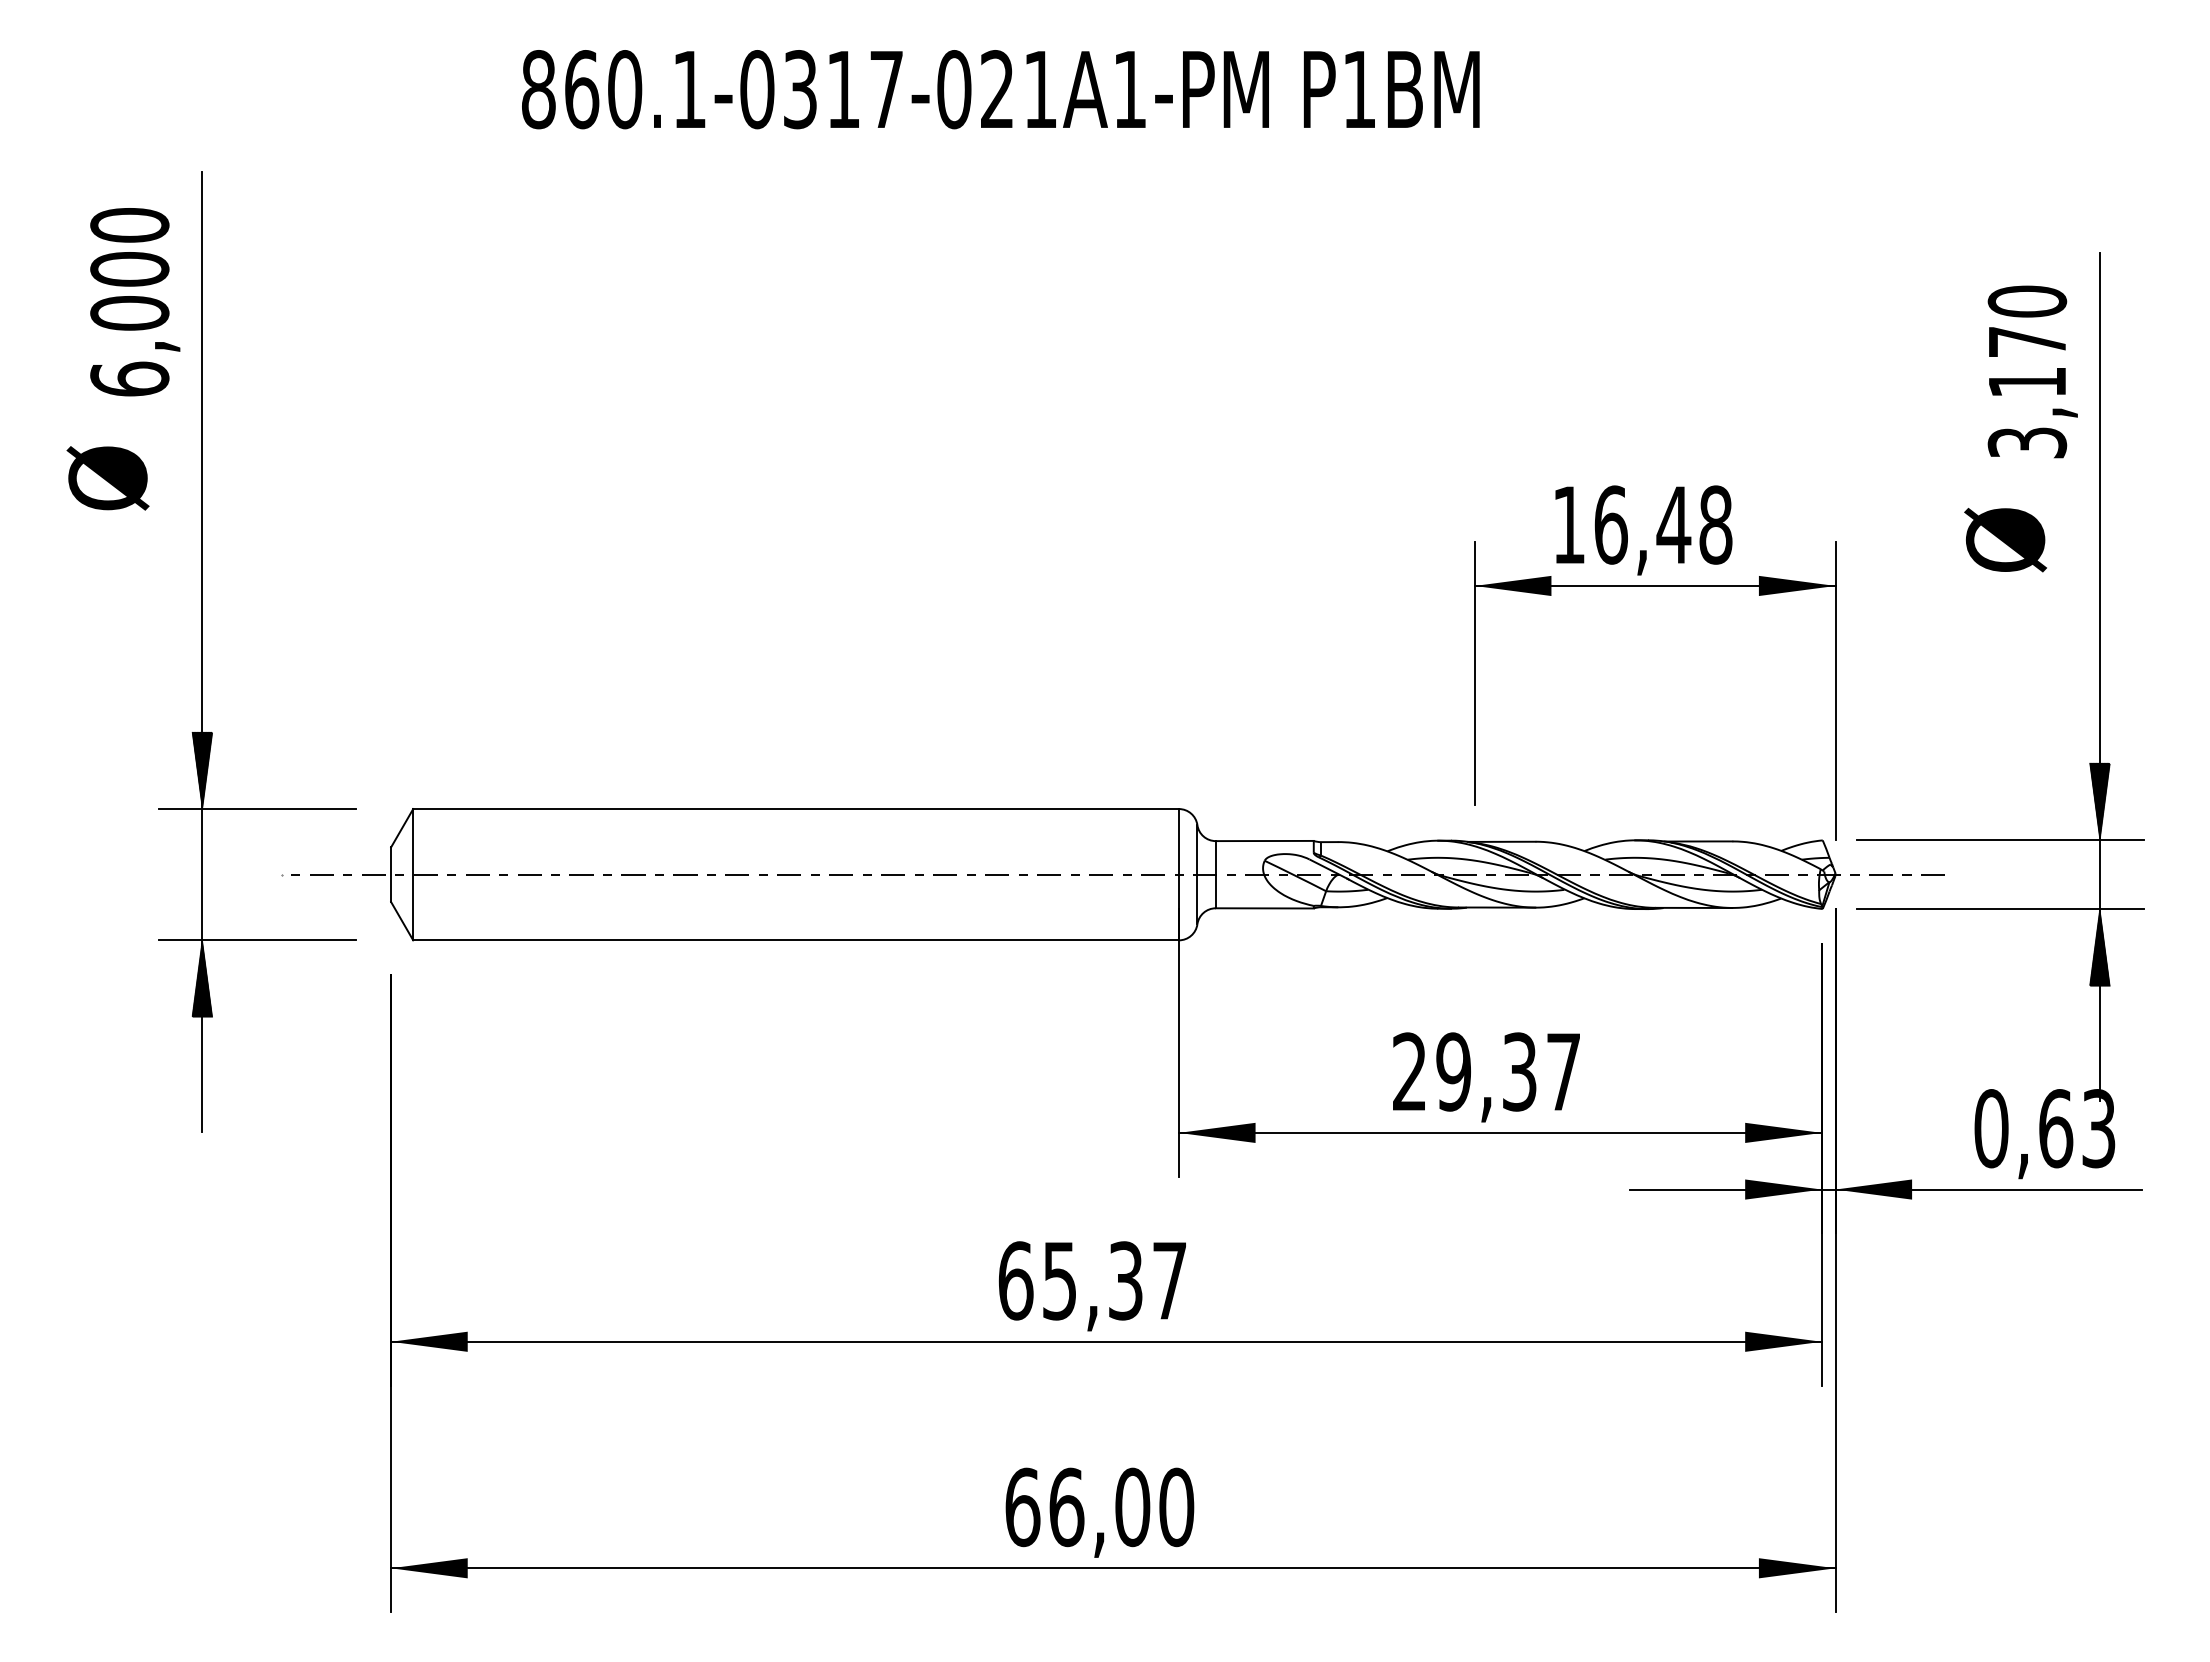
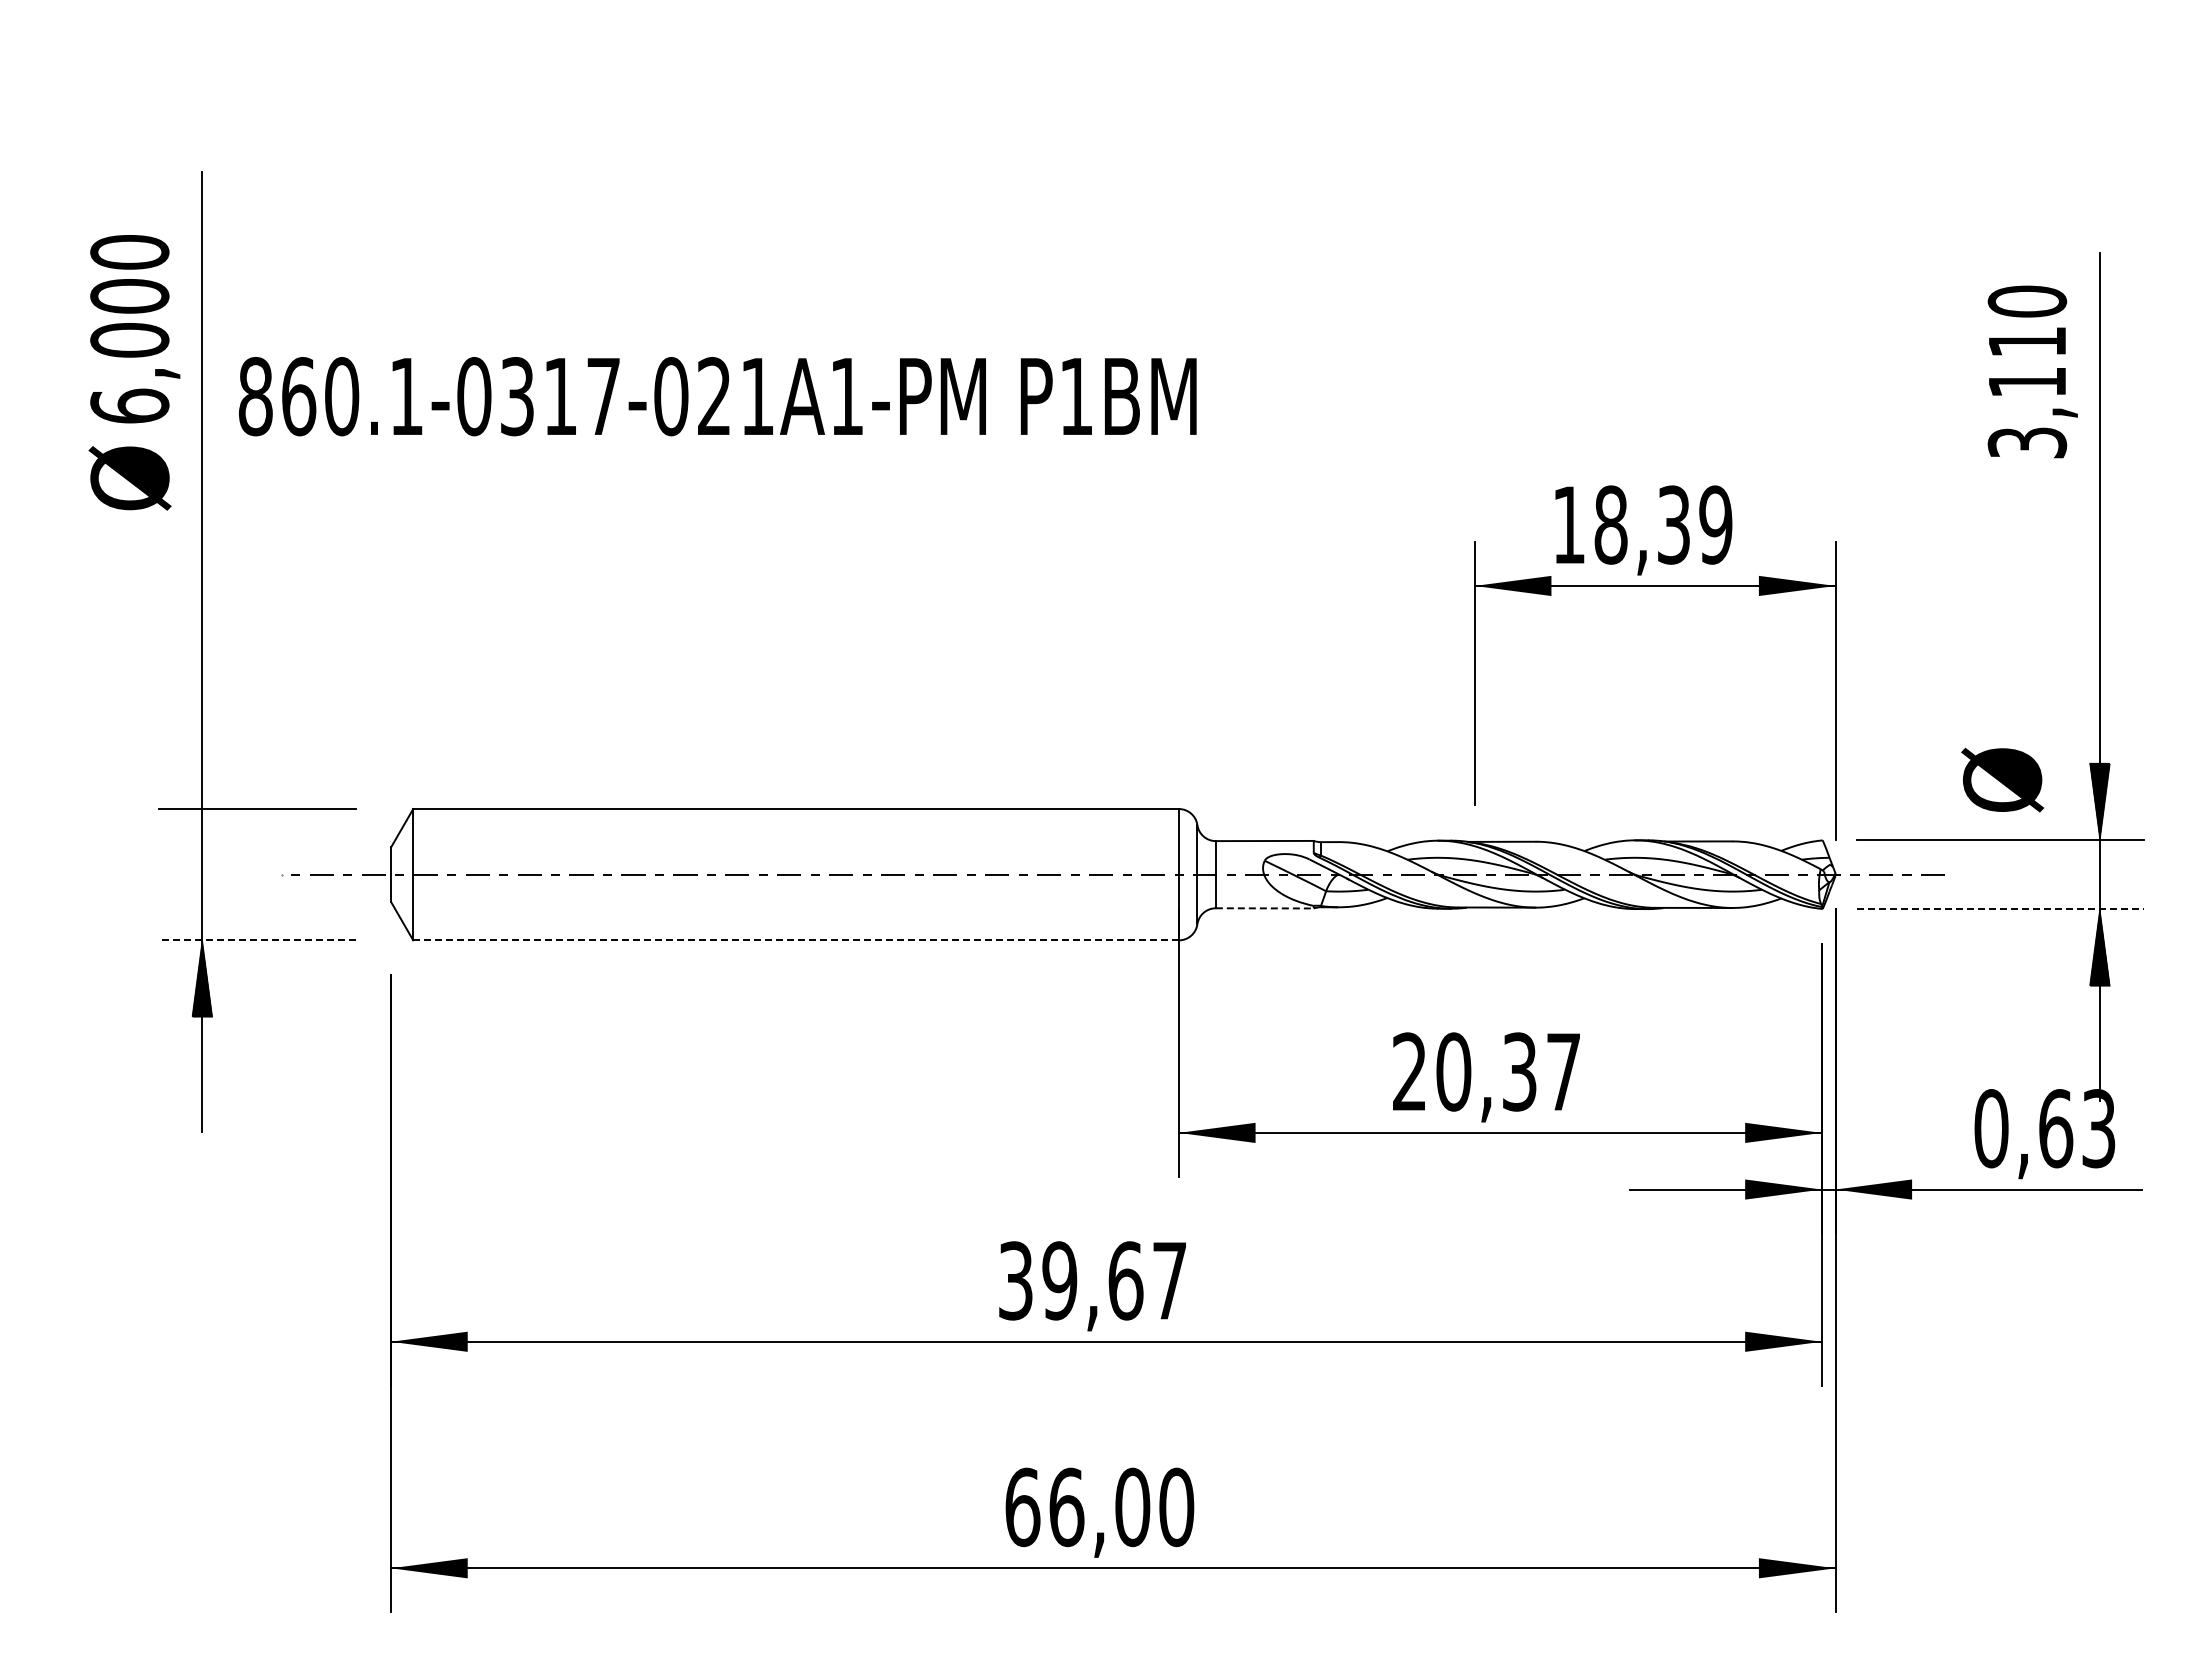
text at (1000, 89) position: (1000, 89) -> (717, 396)
text at (135, 302) position: (135, 302) -> (135, 329)
text at (2027, 341): 3,170 -> 3,110
text at (107, 478) position: (107, 478) -> (129, 478)
text at (1663, 524): 16,48 -> 18,39
text at (2005, 540) position: (2005, 540) -> (2002, 780)
hatch at (202, 770): present -> none
line at (1264, 908): solid -> dashed
line at (2000, 909): solid -> dashed
line at (257, 940): solid -> dashed
line at (796, 940): solid -> dashed
text at (1453, 1071): 29,37 -> 20,37
text at (1070, 1280): 65,37 -> 39,67
